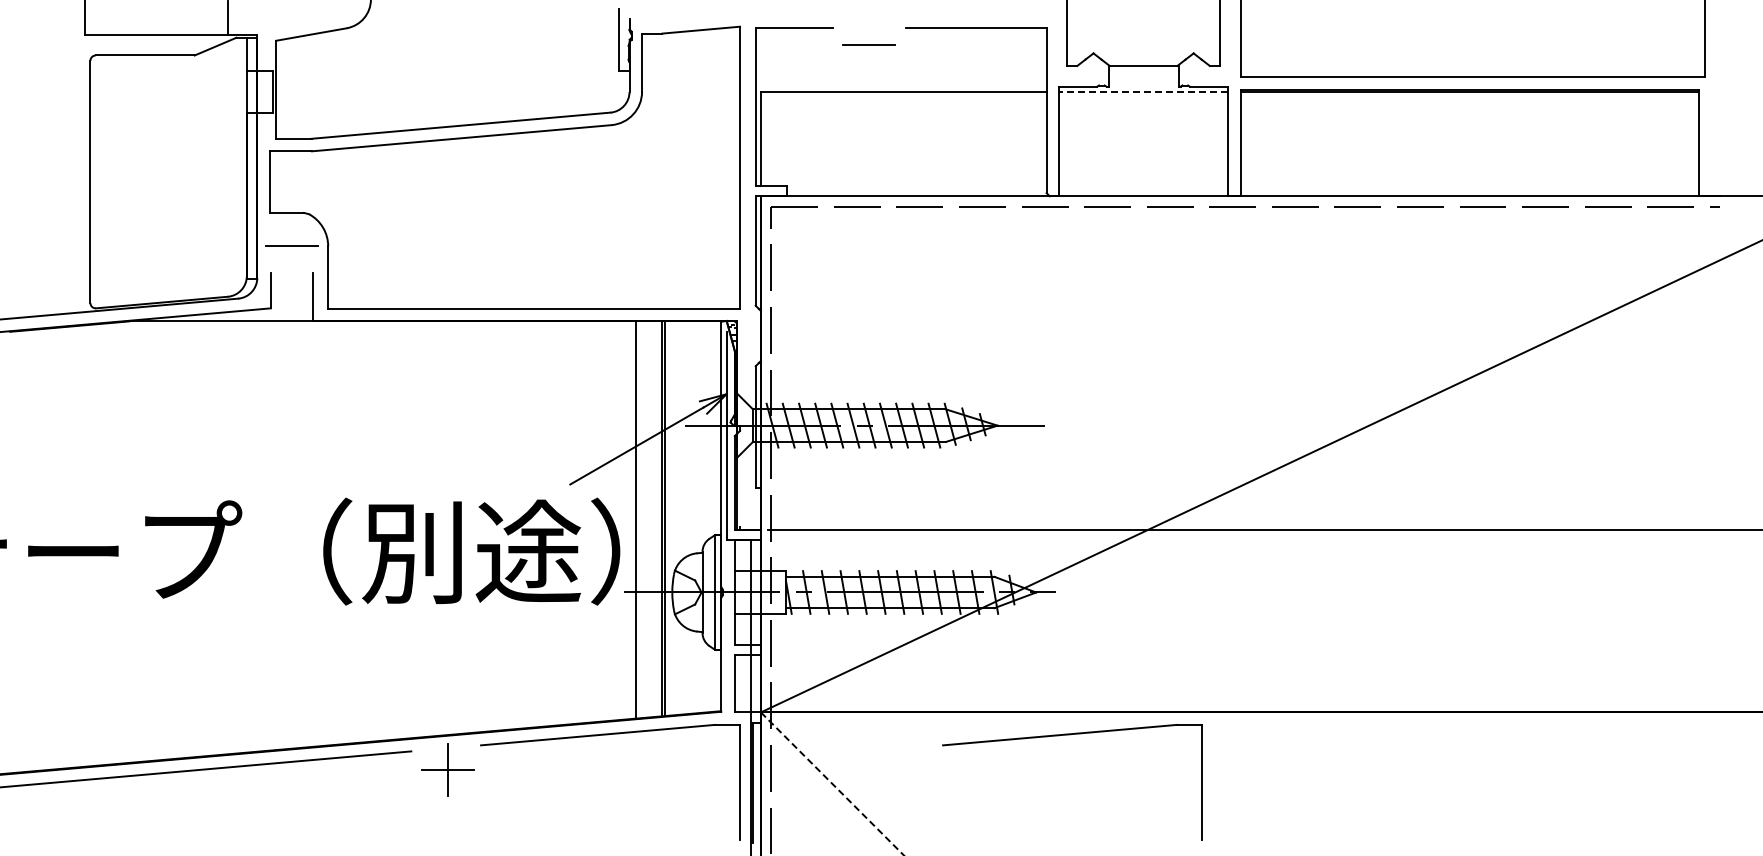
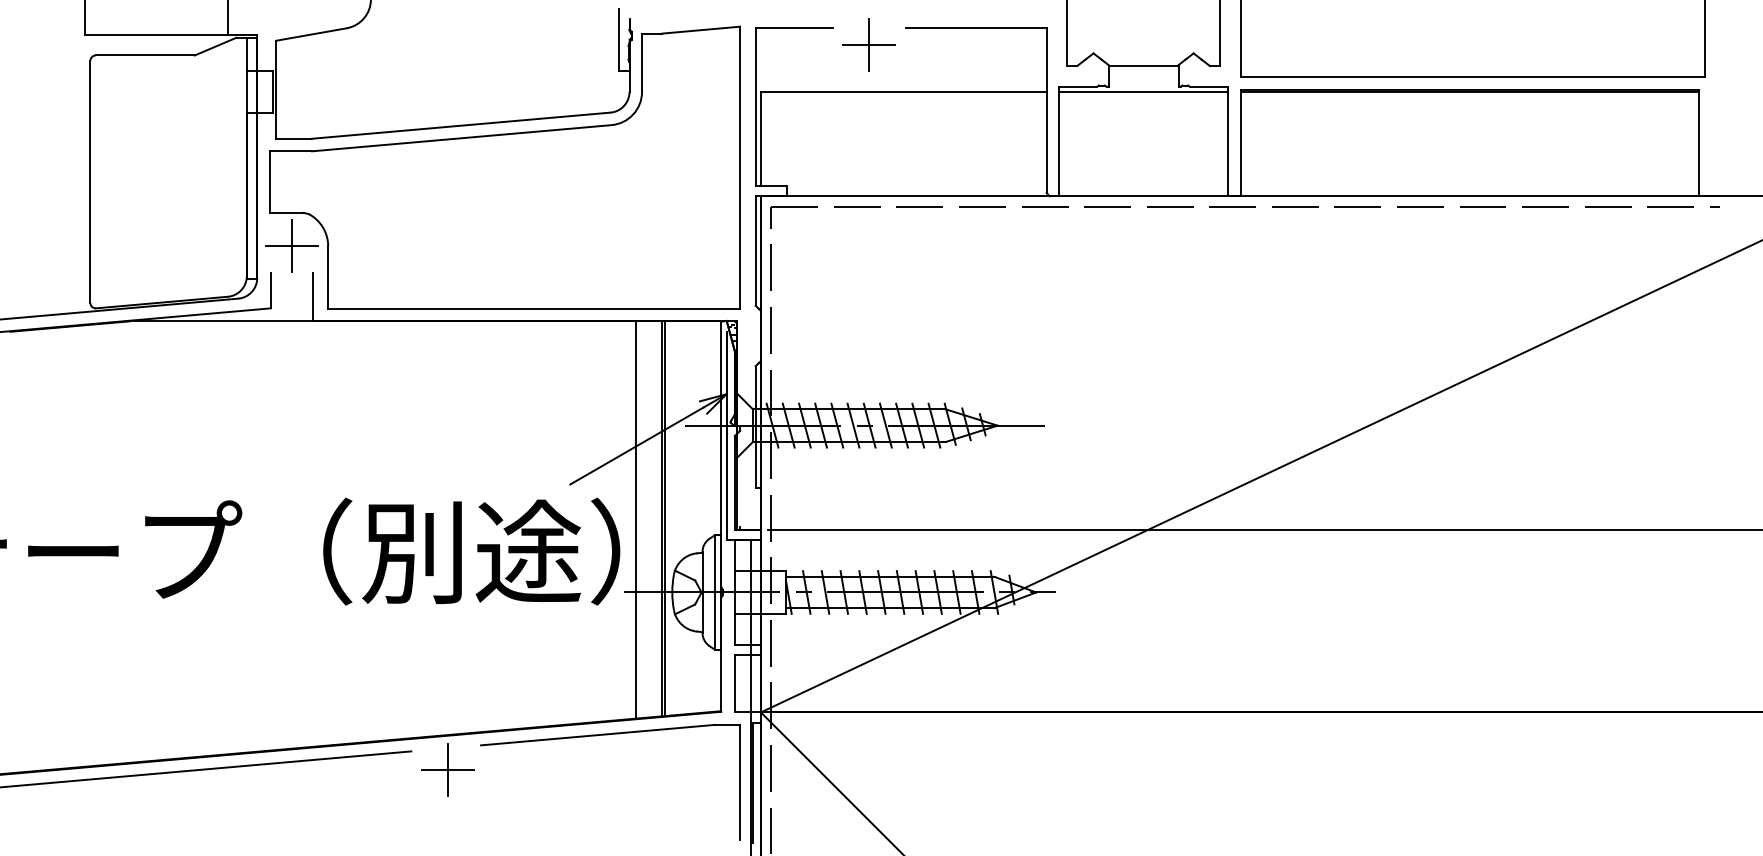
line at (869, 45): none -> present
line at (1143, 91): dashed -> solid
line at (291, 246): none -> present
part at (1070, 735): present -> none
line at (833, 784): dashed -> solid
